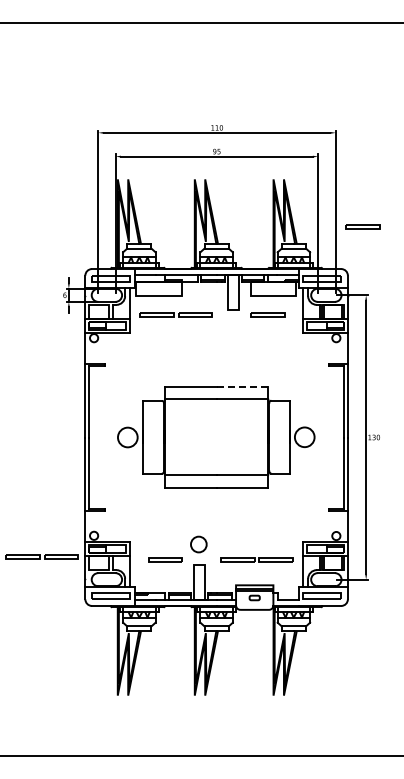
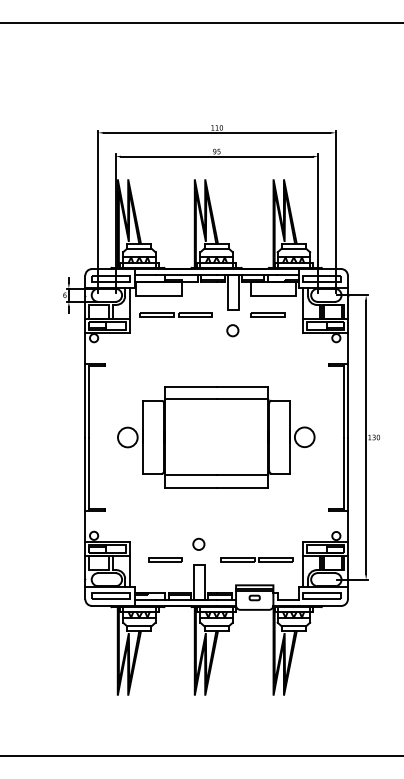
part at (362, 226): present -> none
circle at (232, 330): none -> present
line at (242, 386): dashed -> solid
circle at (198, 544) size: 18x19 px -> 14x14 px
part at (41, 556): present -> none
